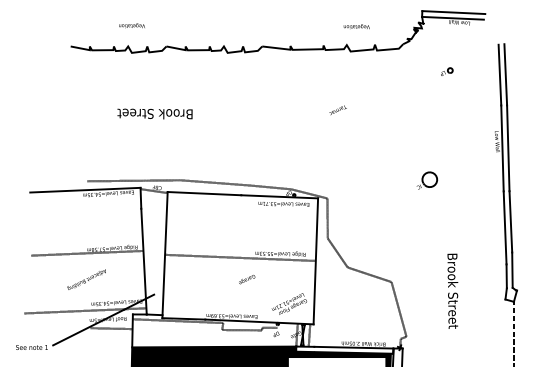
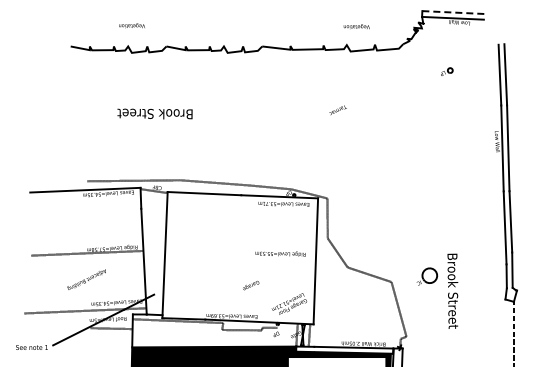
line at (454, 12): solid -> dashed
part at (427, 180) position: (427, 180) -> (427, 276)
line at (240, 257): present -> none
text at (247, 279) position: (247, 279) -> (251, 285)
